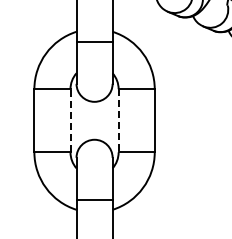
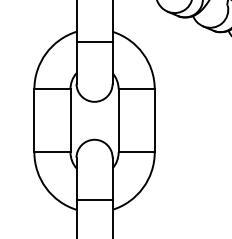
line at (70, 120): dashed -> solid
line at (118, 120): dashed -> solid
